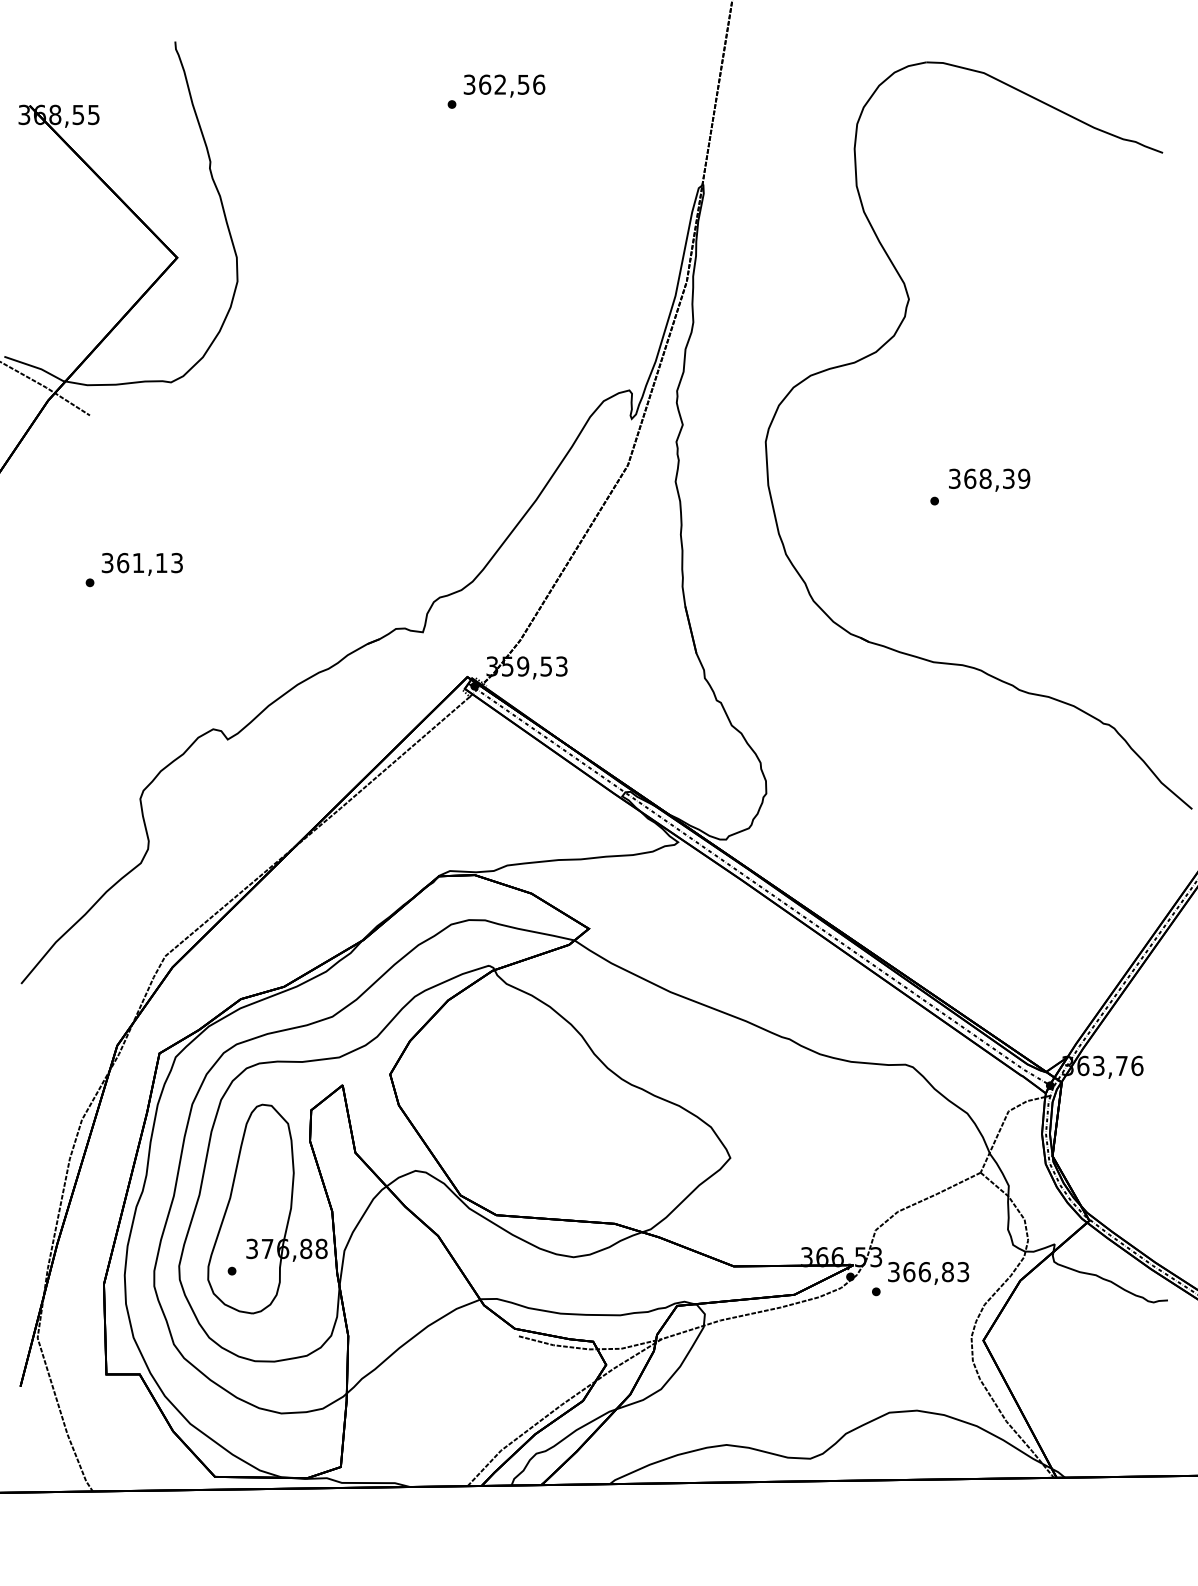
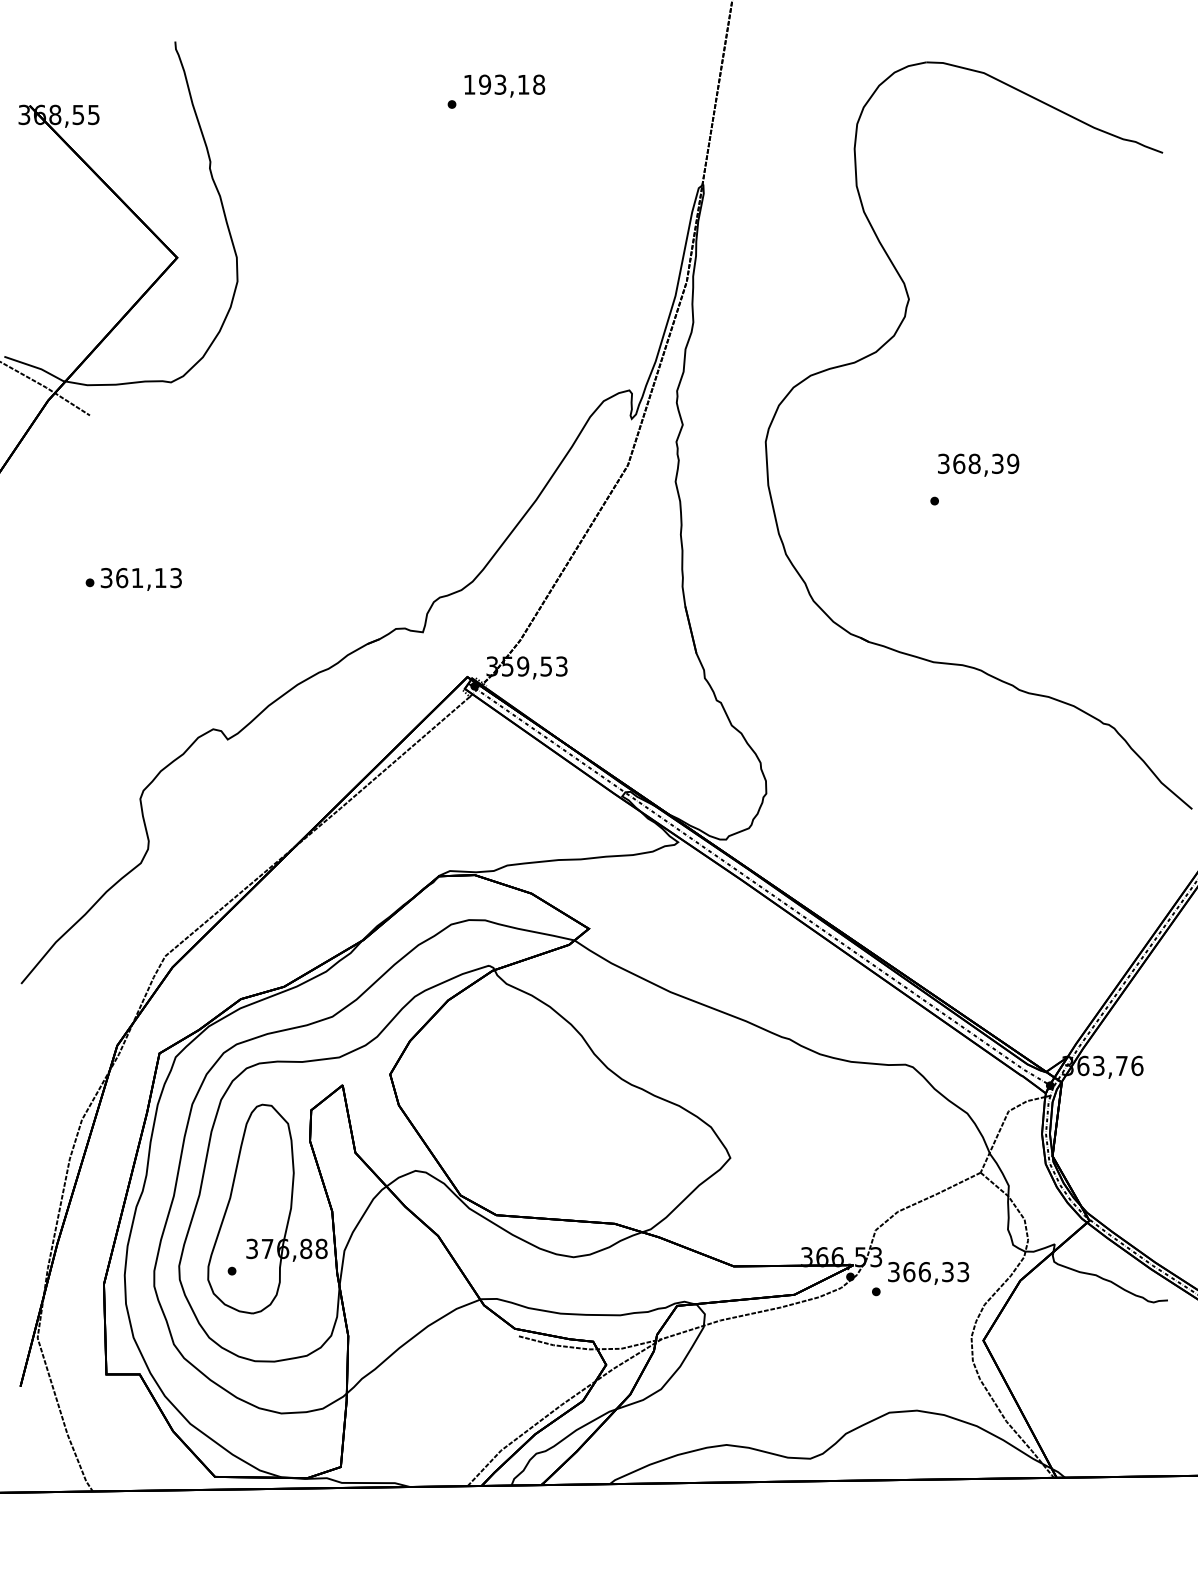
text at (504, 84): 362,56 -> 193,18
text at (989, 479) position: (989, 479) -> (978, 464)
text at (141, 564) position: (141, 564) -> (140, 579)
text at (947, 1272): 366,83 -> 366,33
